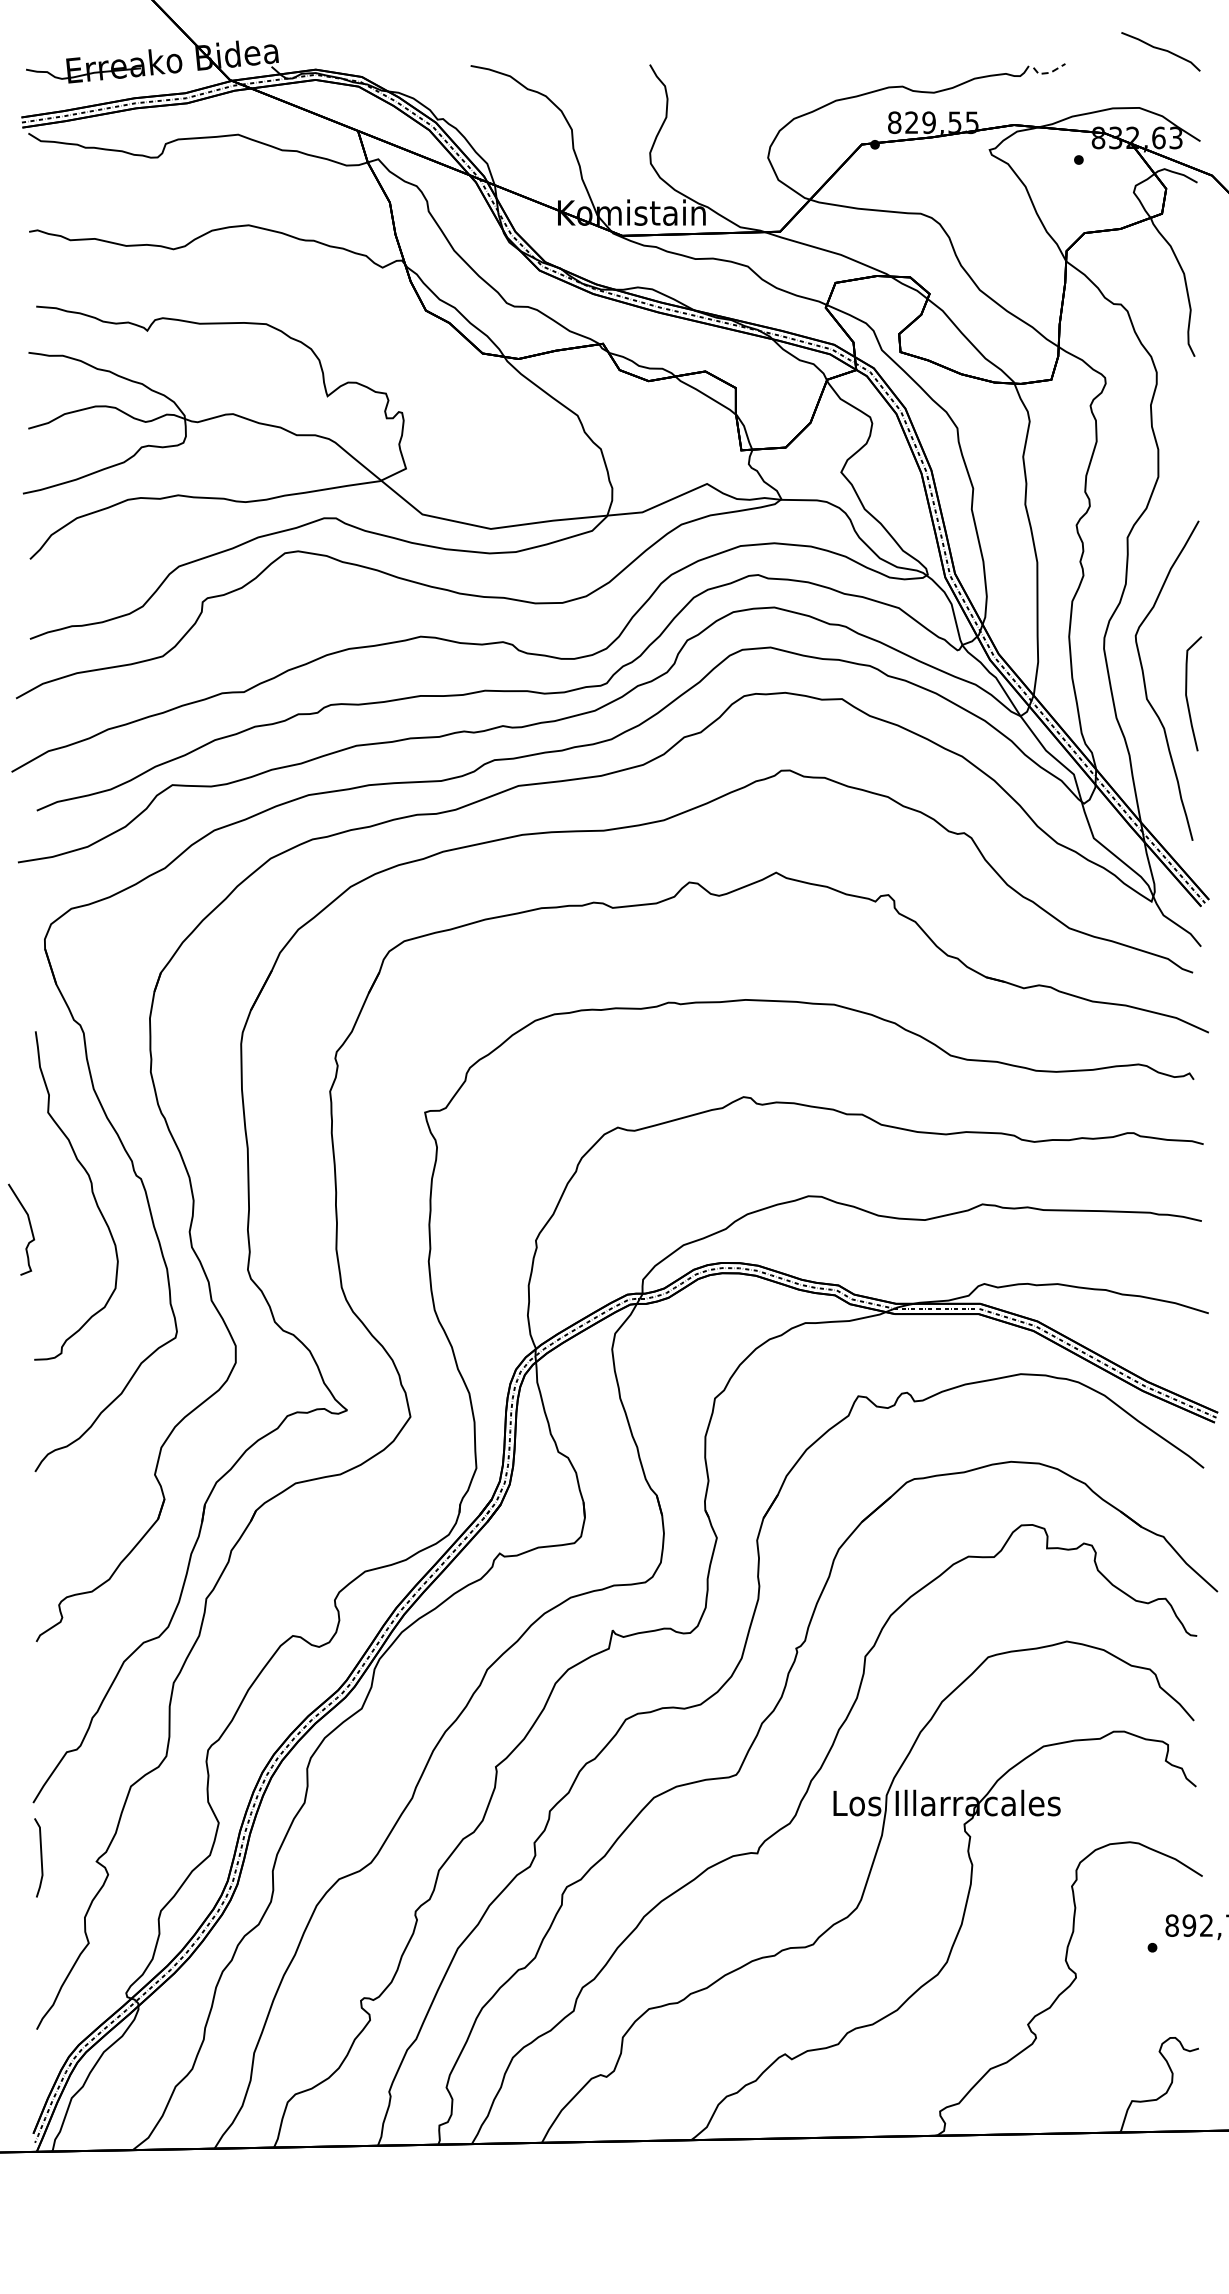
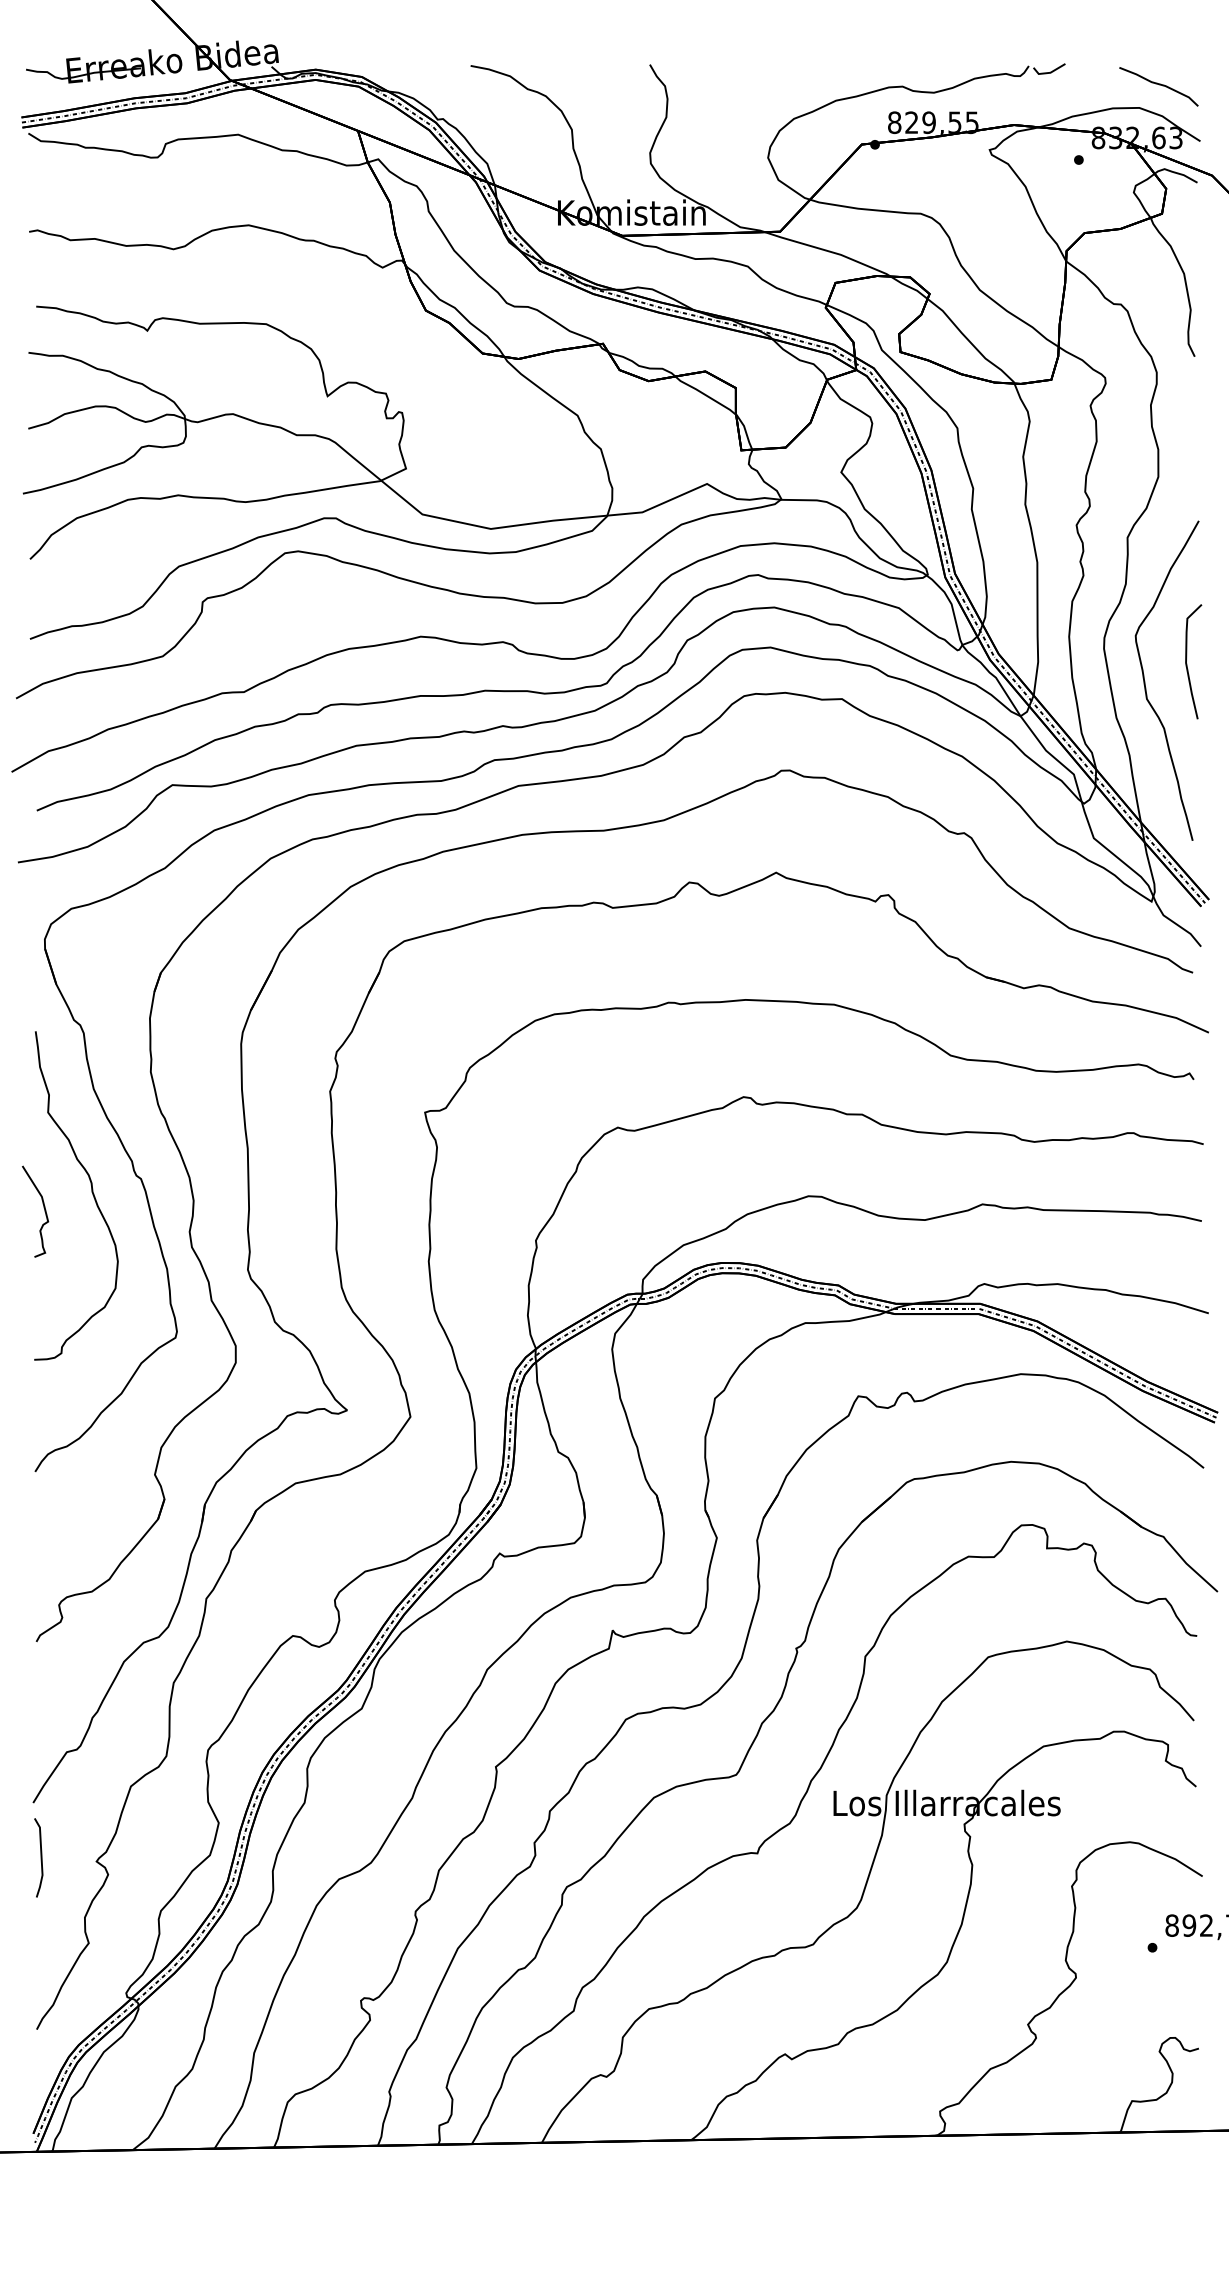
curve at (1161, 50) position: (1161, 50) -> (1159, 85)
line at (1049, 72): dashed -> solid
curve at (1187, 695) position: (1187, 695) -> (1187, 663)
curve at (29, 1225) position: (29, 1225) -> (43, 1207)
